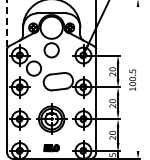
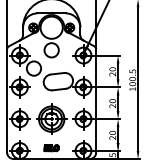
line at (7, 23): dashed -> solid
line at (138, 78): none -> present
